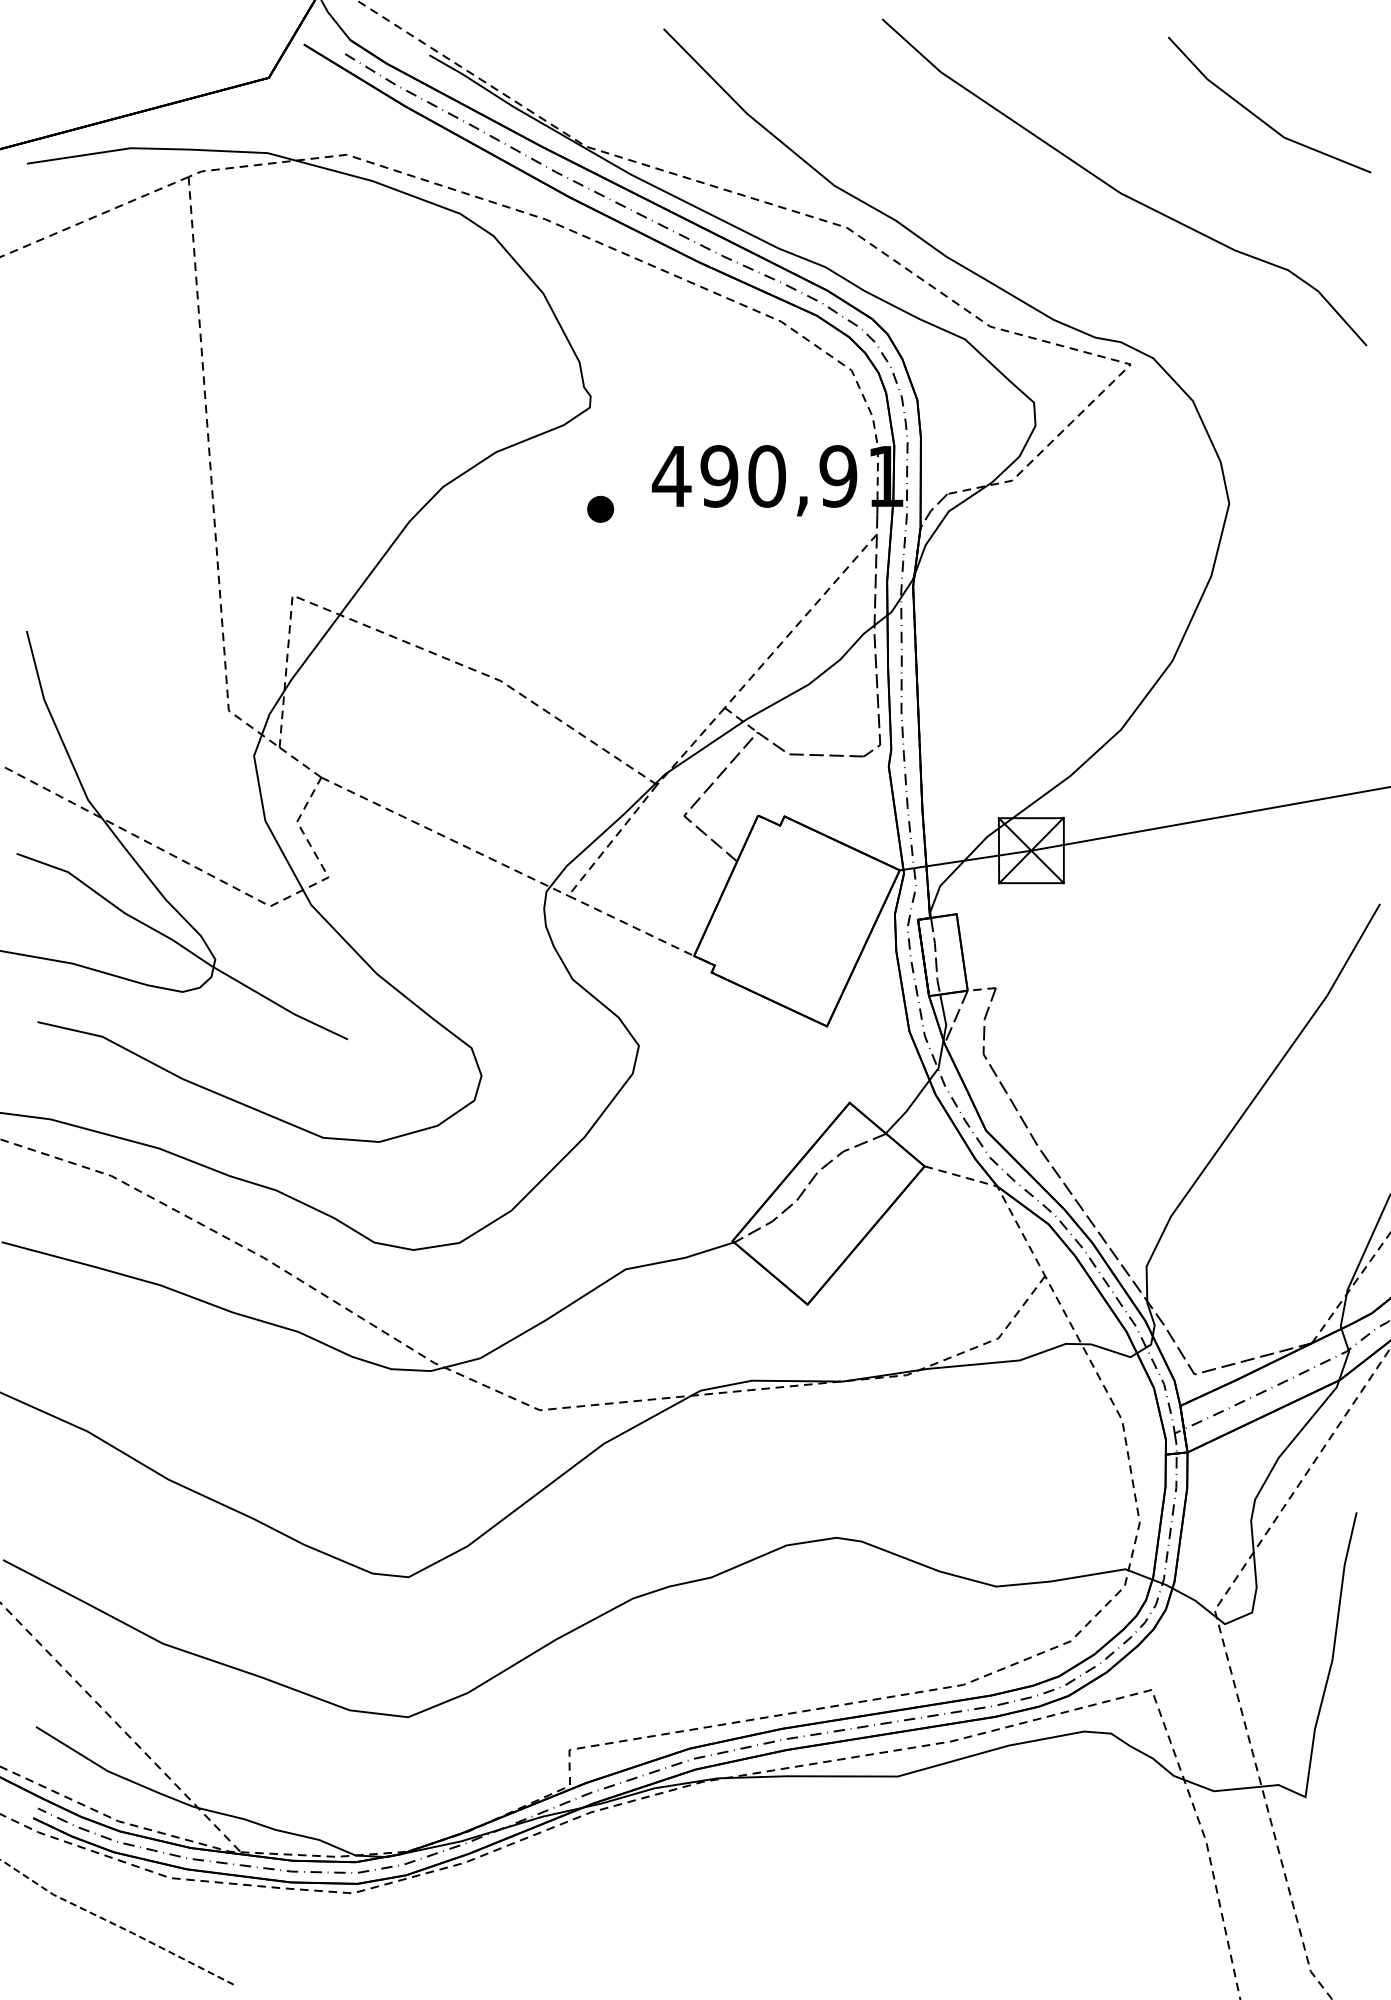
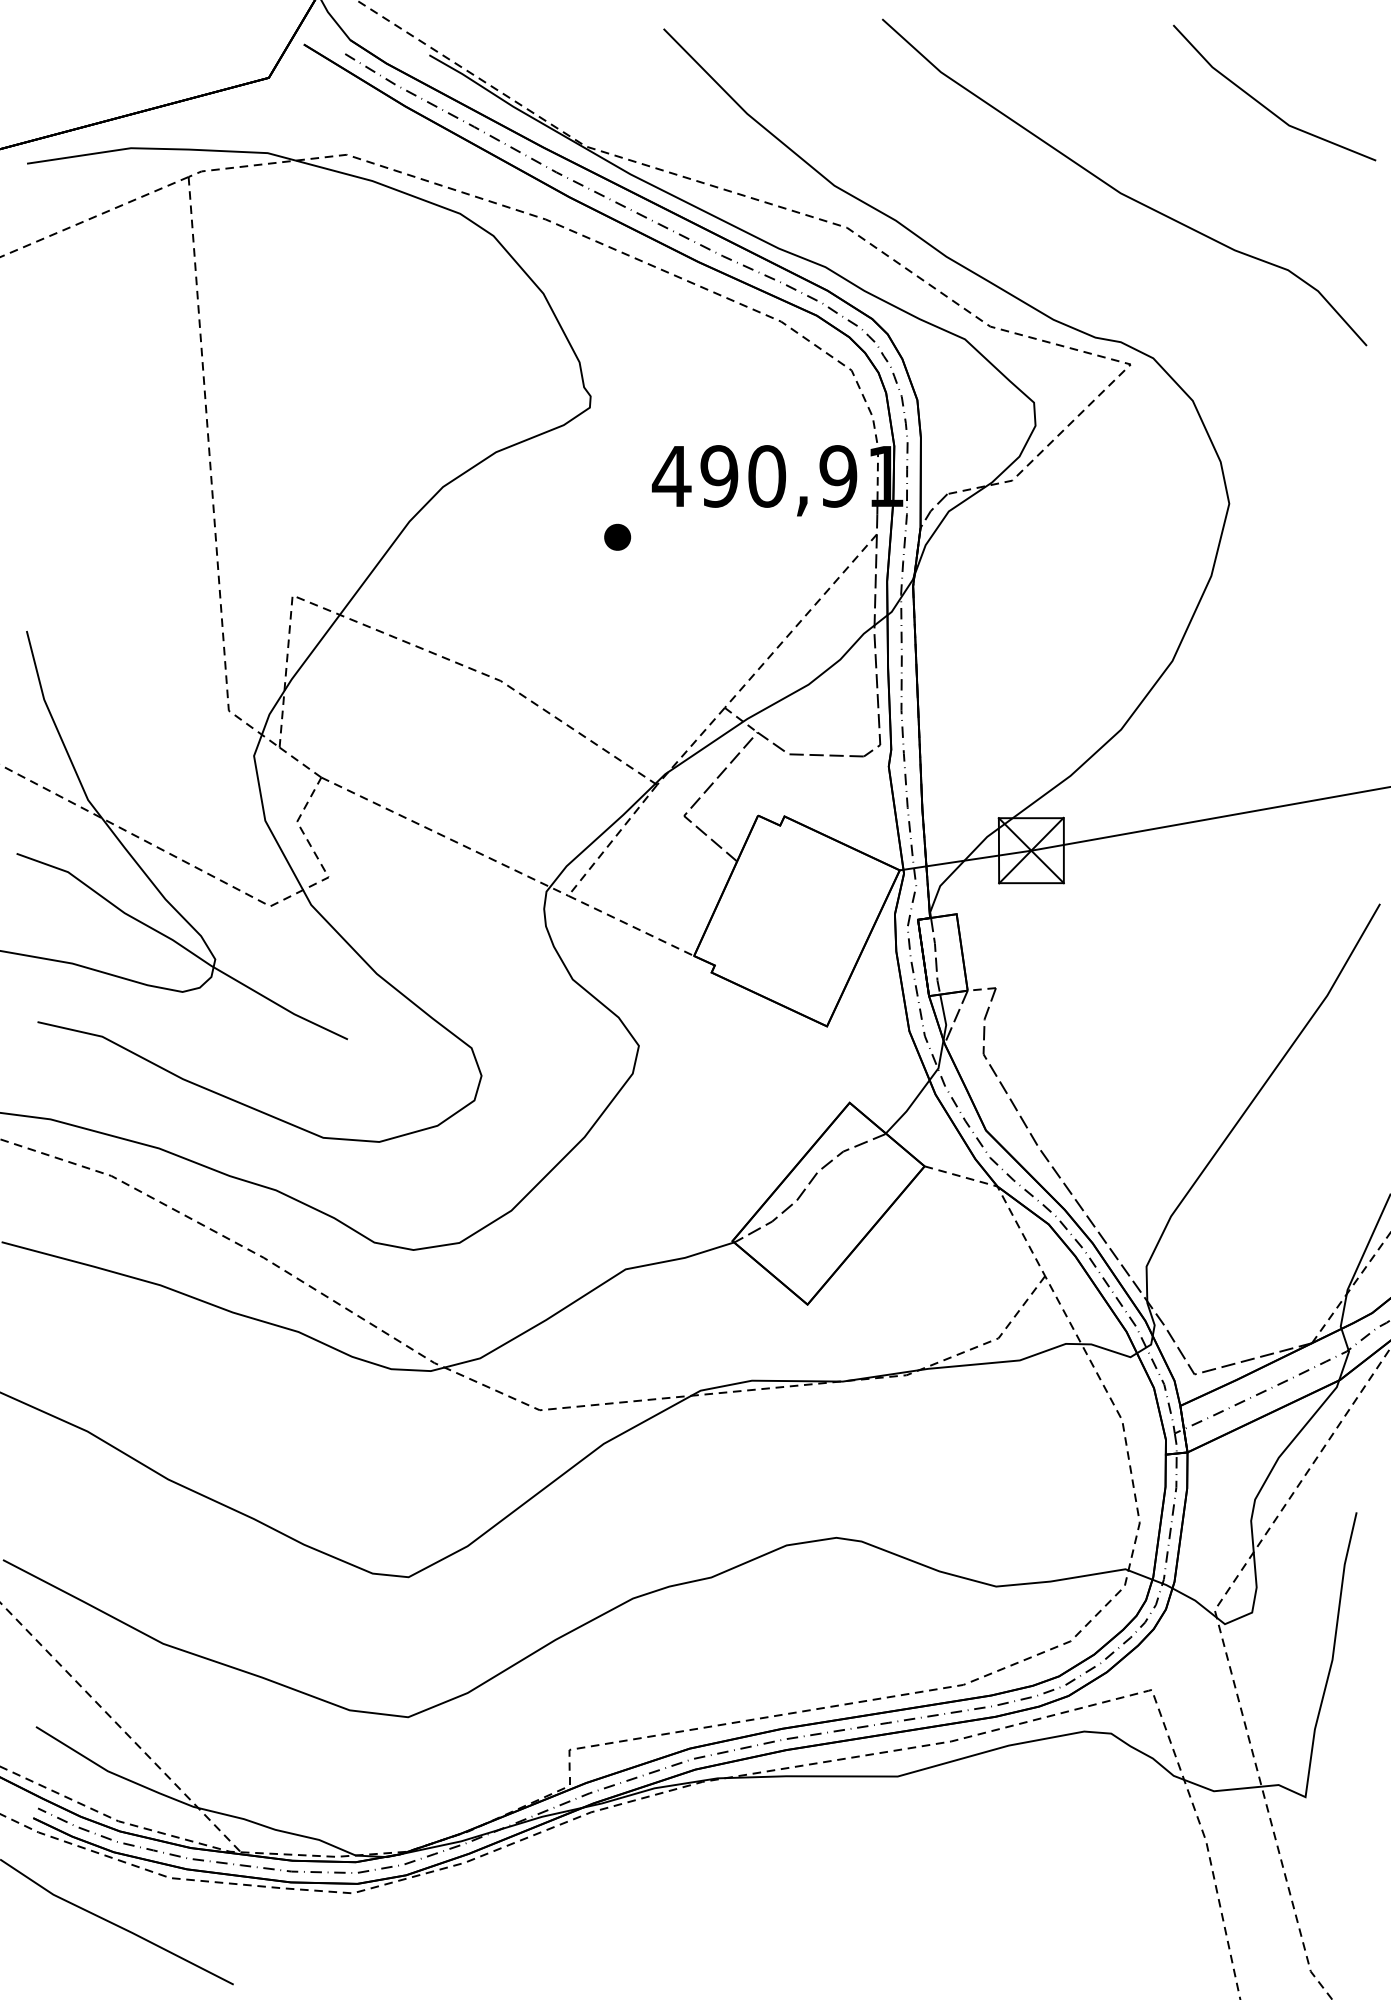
line at (1258, 116) position: (1258, 116) -> (1263, 104)
part at (600, 508) position: (600, 508) -> (617, 536)
line at (115, 1924): dashed -> solid
